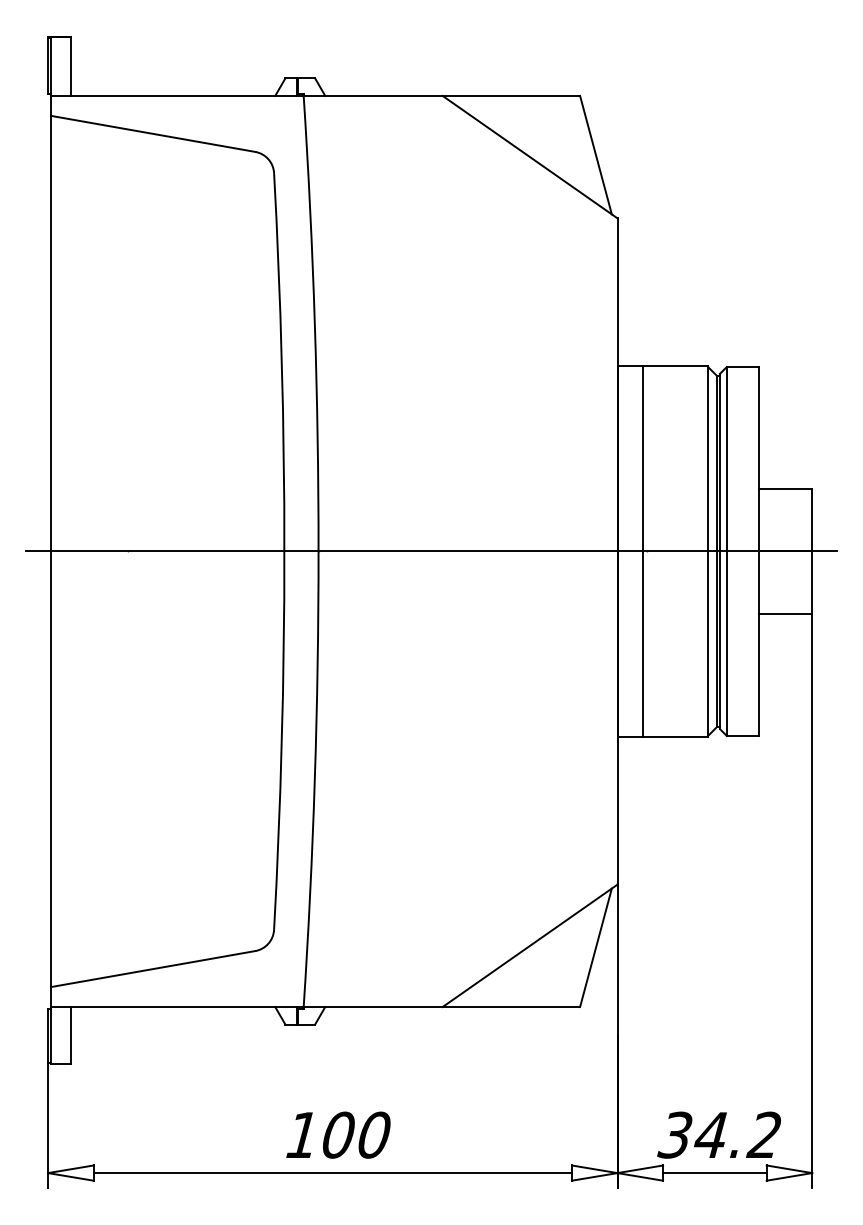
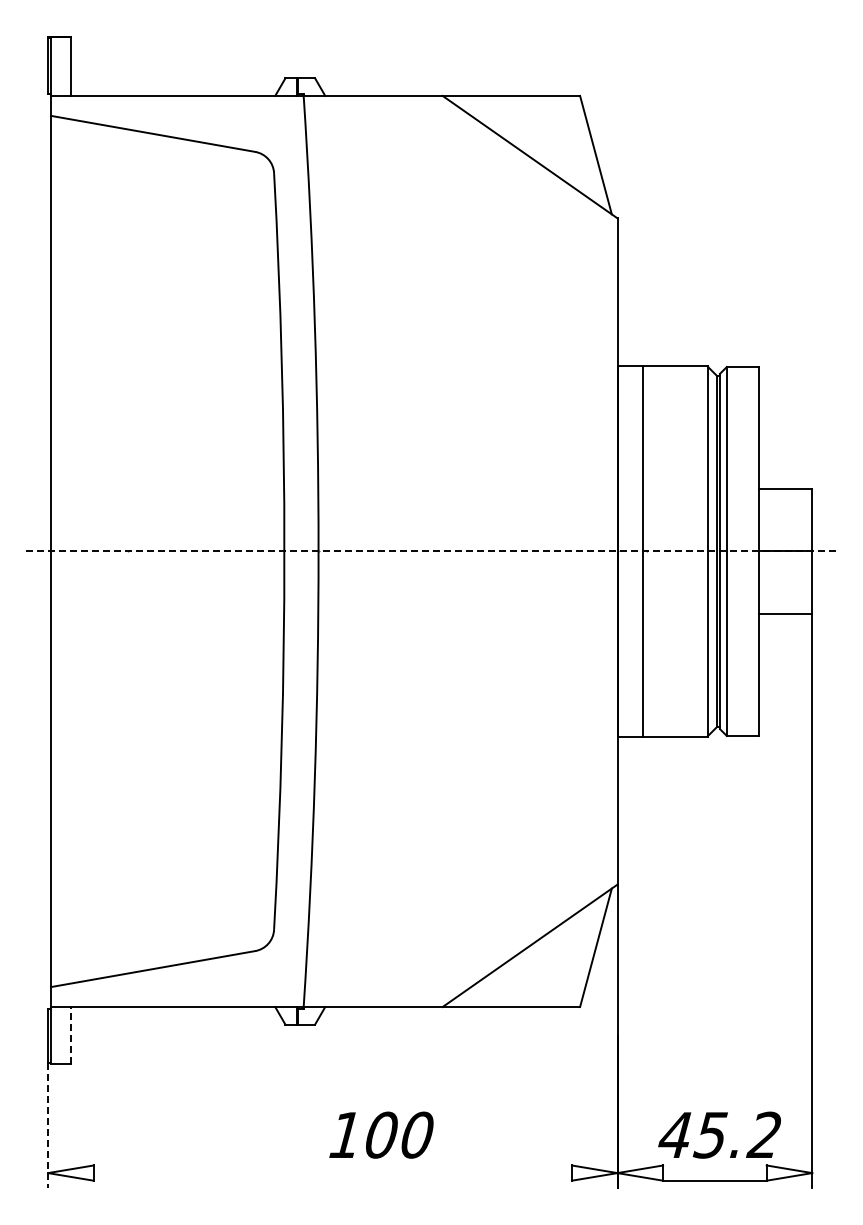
line at (431, 550): solid -> dashed
line at (70, 1035): solid -> dashed
line at (48, 1125): solid -> dashed
text at (338, 1134) position: (338, 1134) -> (381, 1134)
text at (692, 1134): 34.2 -> 45.2
line at (332, 1173): present -> none
line at (714, 1173) position: (714, 1173) -> (714, 1181)
